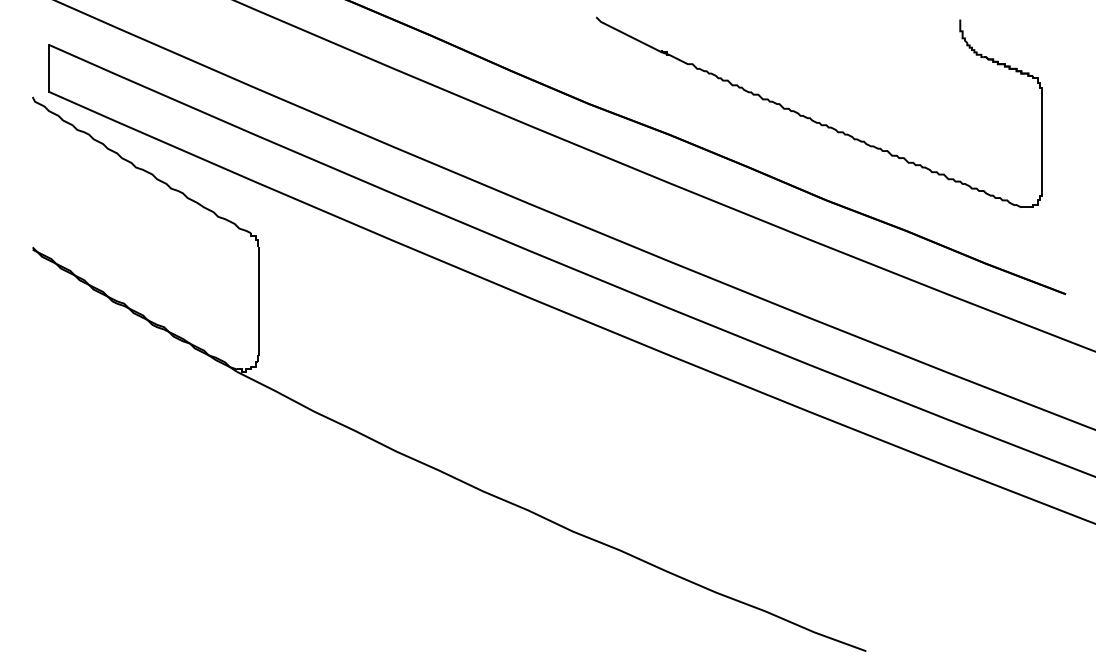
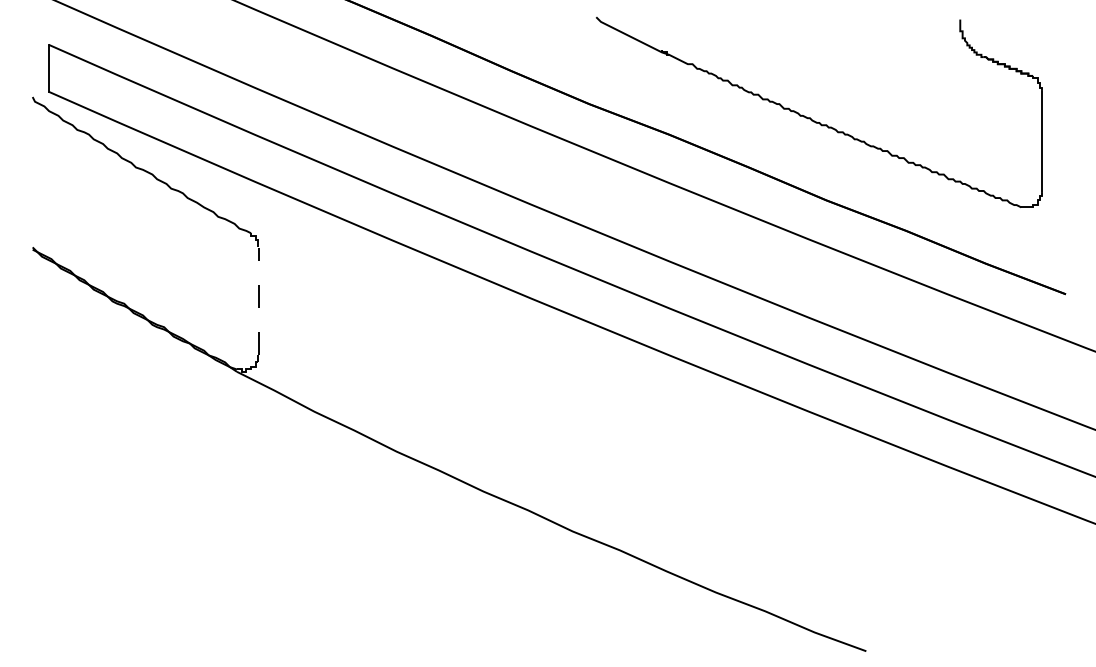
line at (259, 301): solid -> dashed
